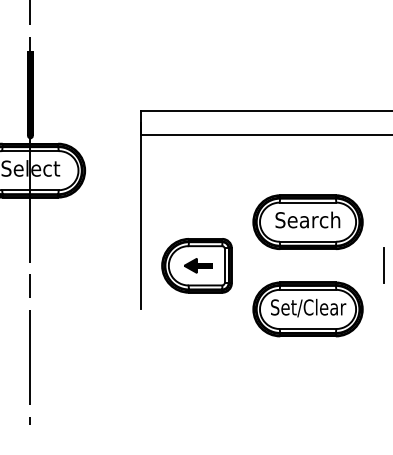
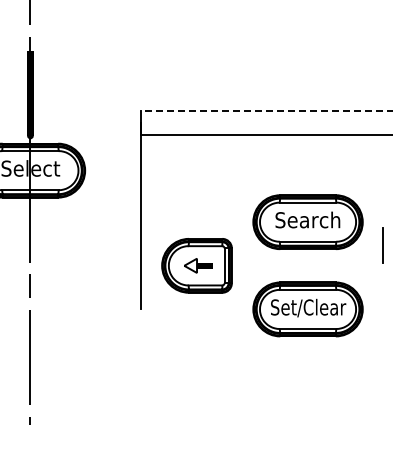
line at (266, 111): solid -> dashed
fill at (190, 265): present -> none
line at (383, 265) position: (383, 265) -> (382, 245)
